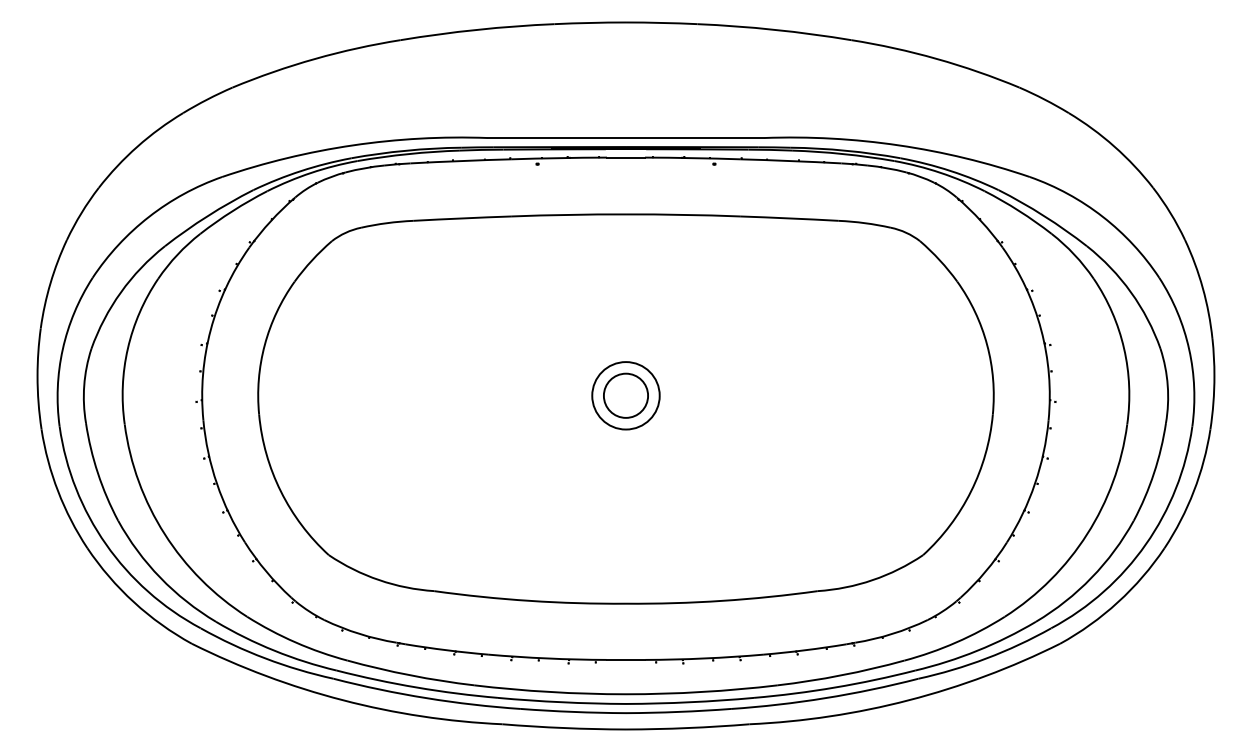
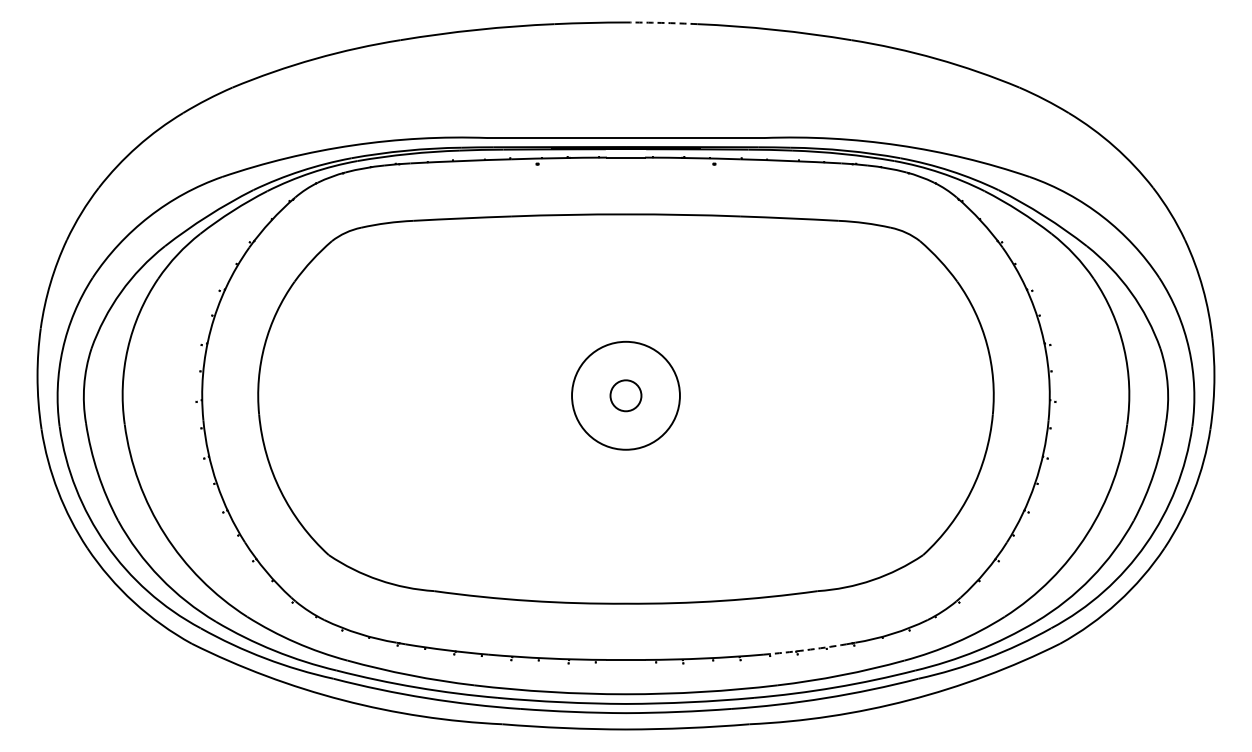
arc at (661, 22): solid -> dashed
circle at (625, 395) diameter: 44 px -> 31 px
circle at (625, 395) diameter: 67 px -> 108 px
arc at (805, 650): solid -> dashed
